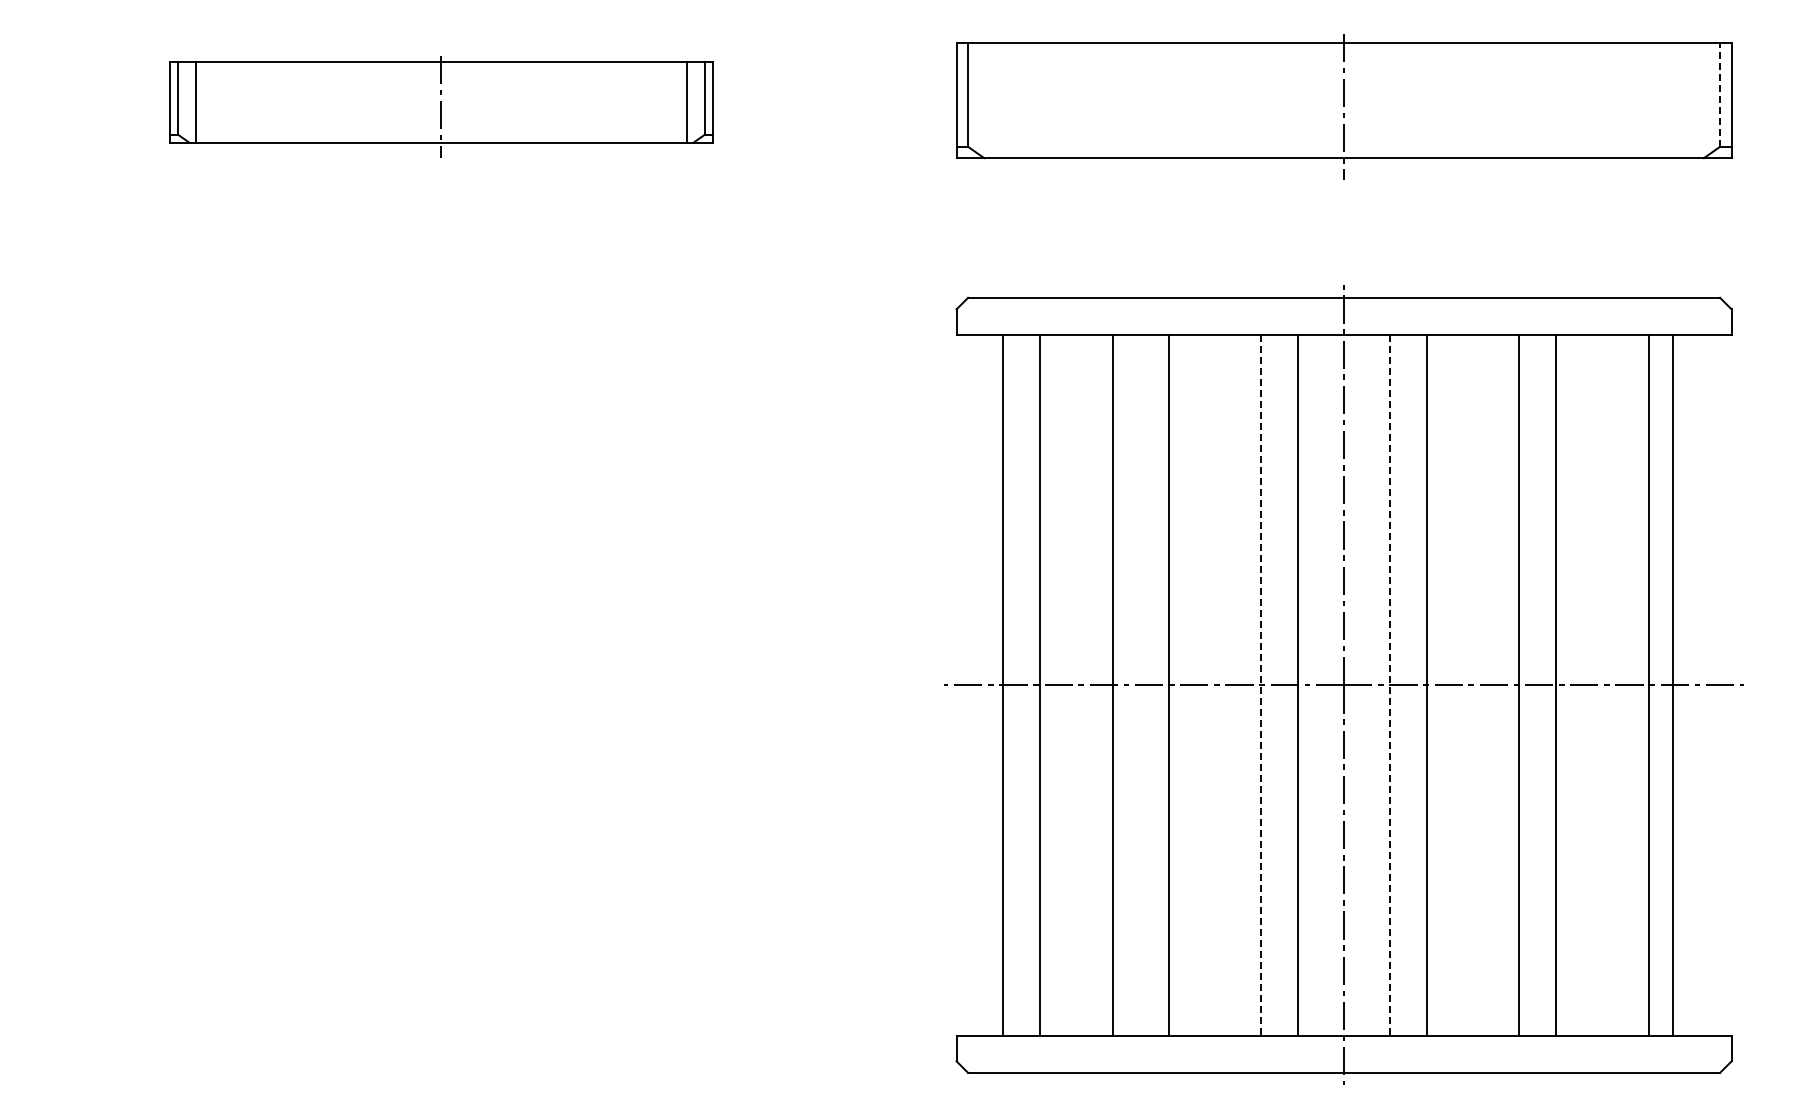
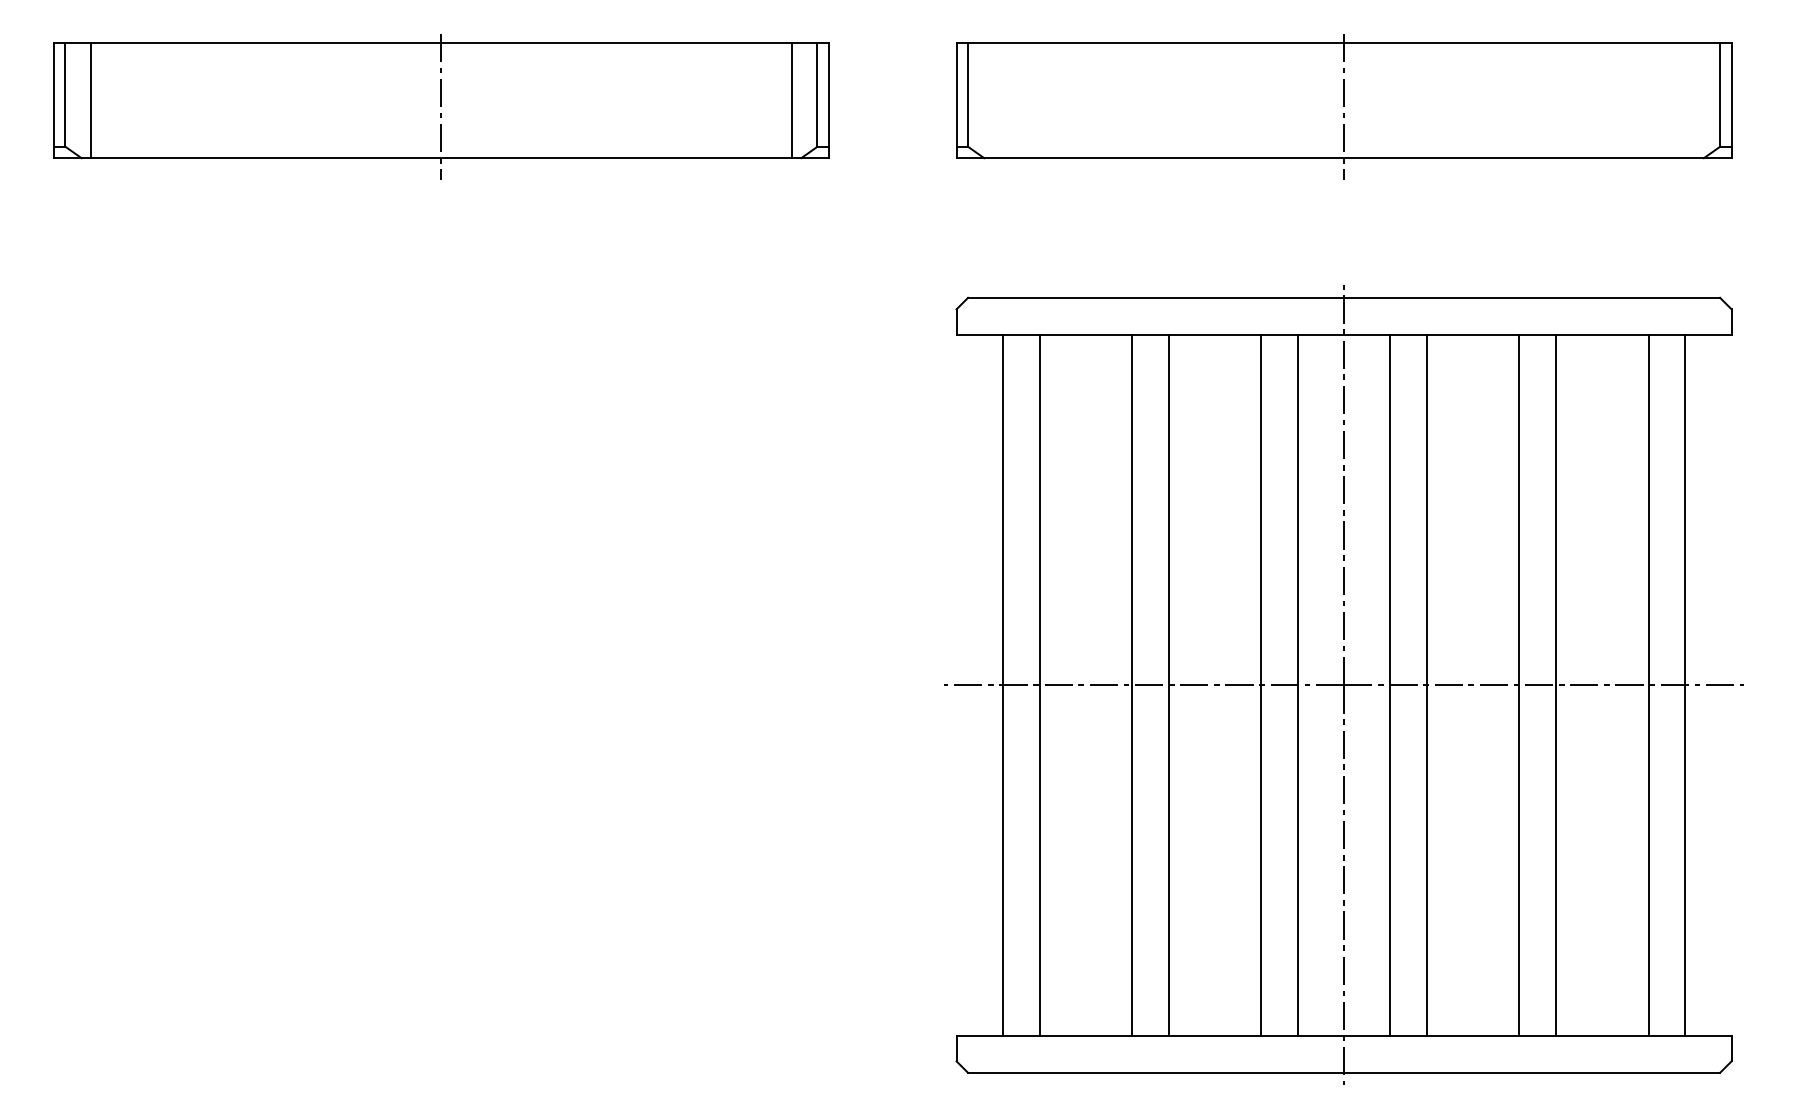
line at (1720, 94): dashed -> solid
part at (441, 106) size: 545x102 px -> 777x146 px
line at (1112, 684) position: (1112, 684) -> (1131, 684)
line at (1673, 684) position: (1673, 684) -> (1685, 684)
line at (1261, 685): dashed -> solid
line at (1390, 685): dashed -> solid
